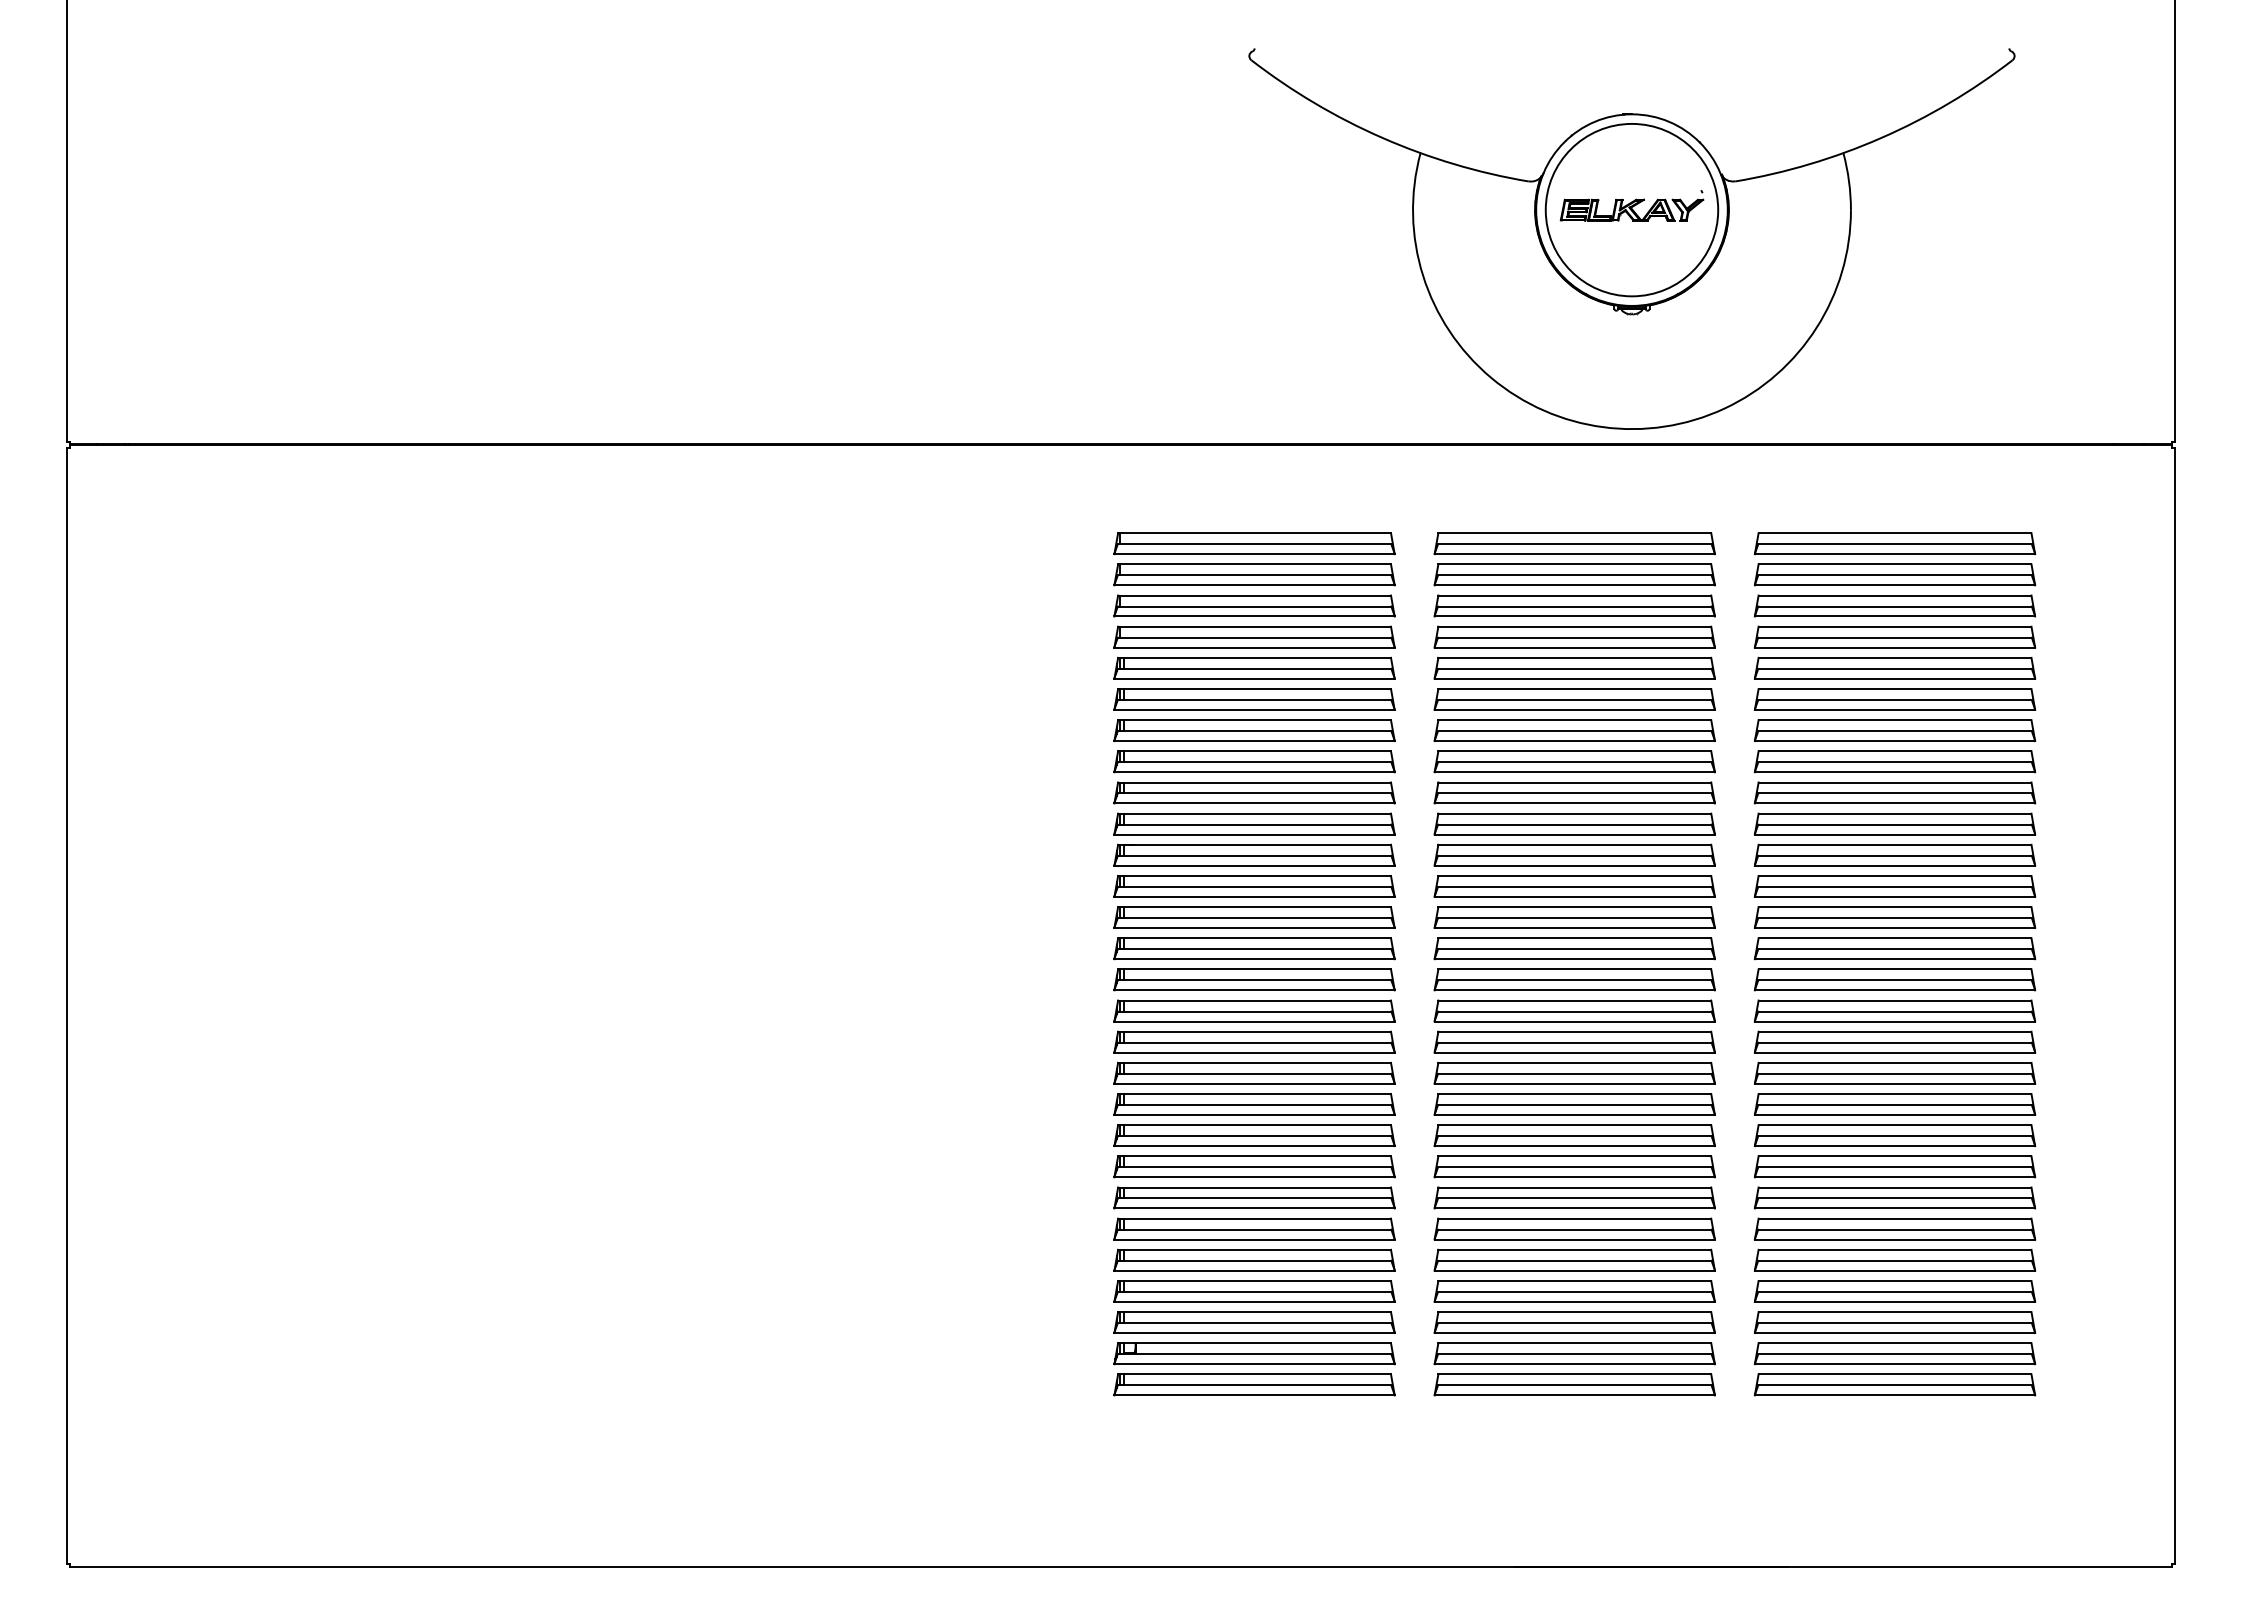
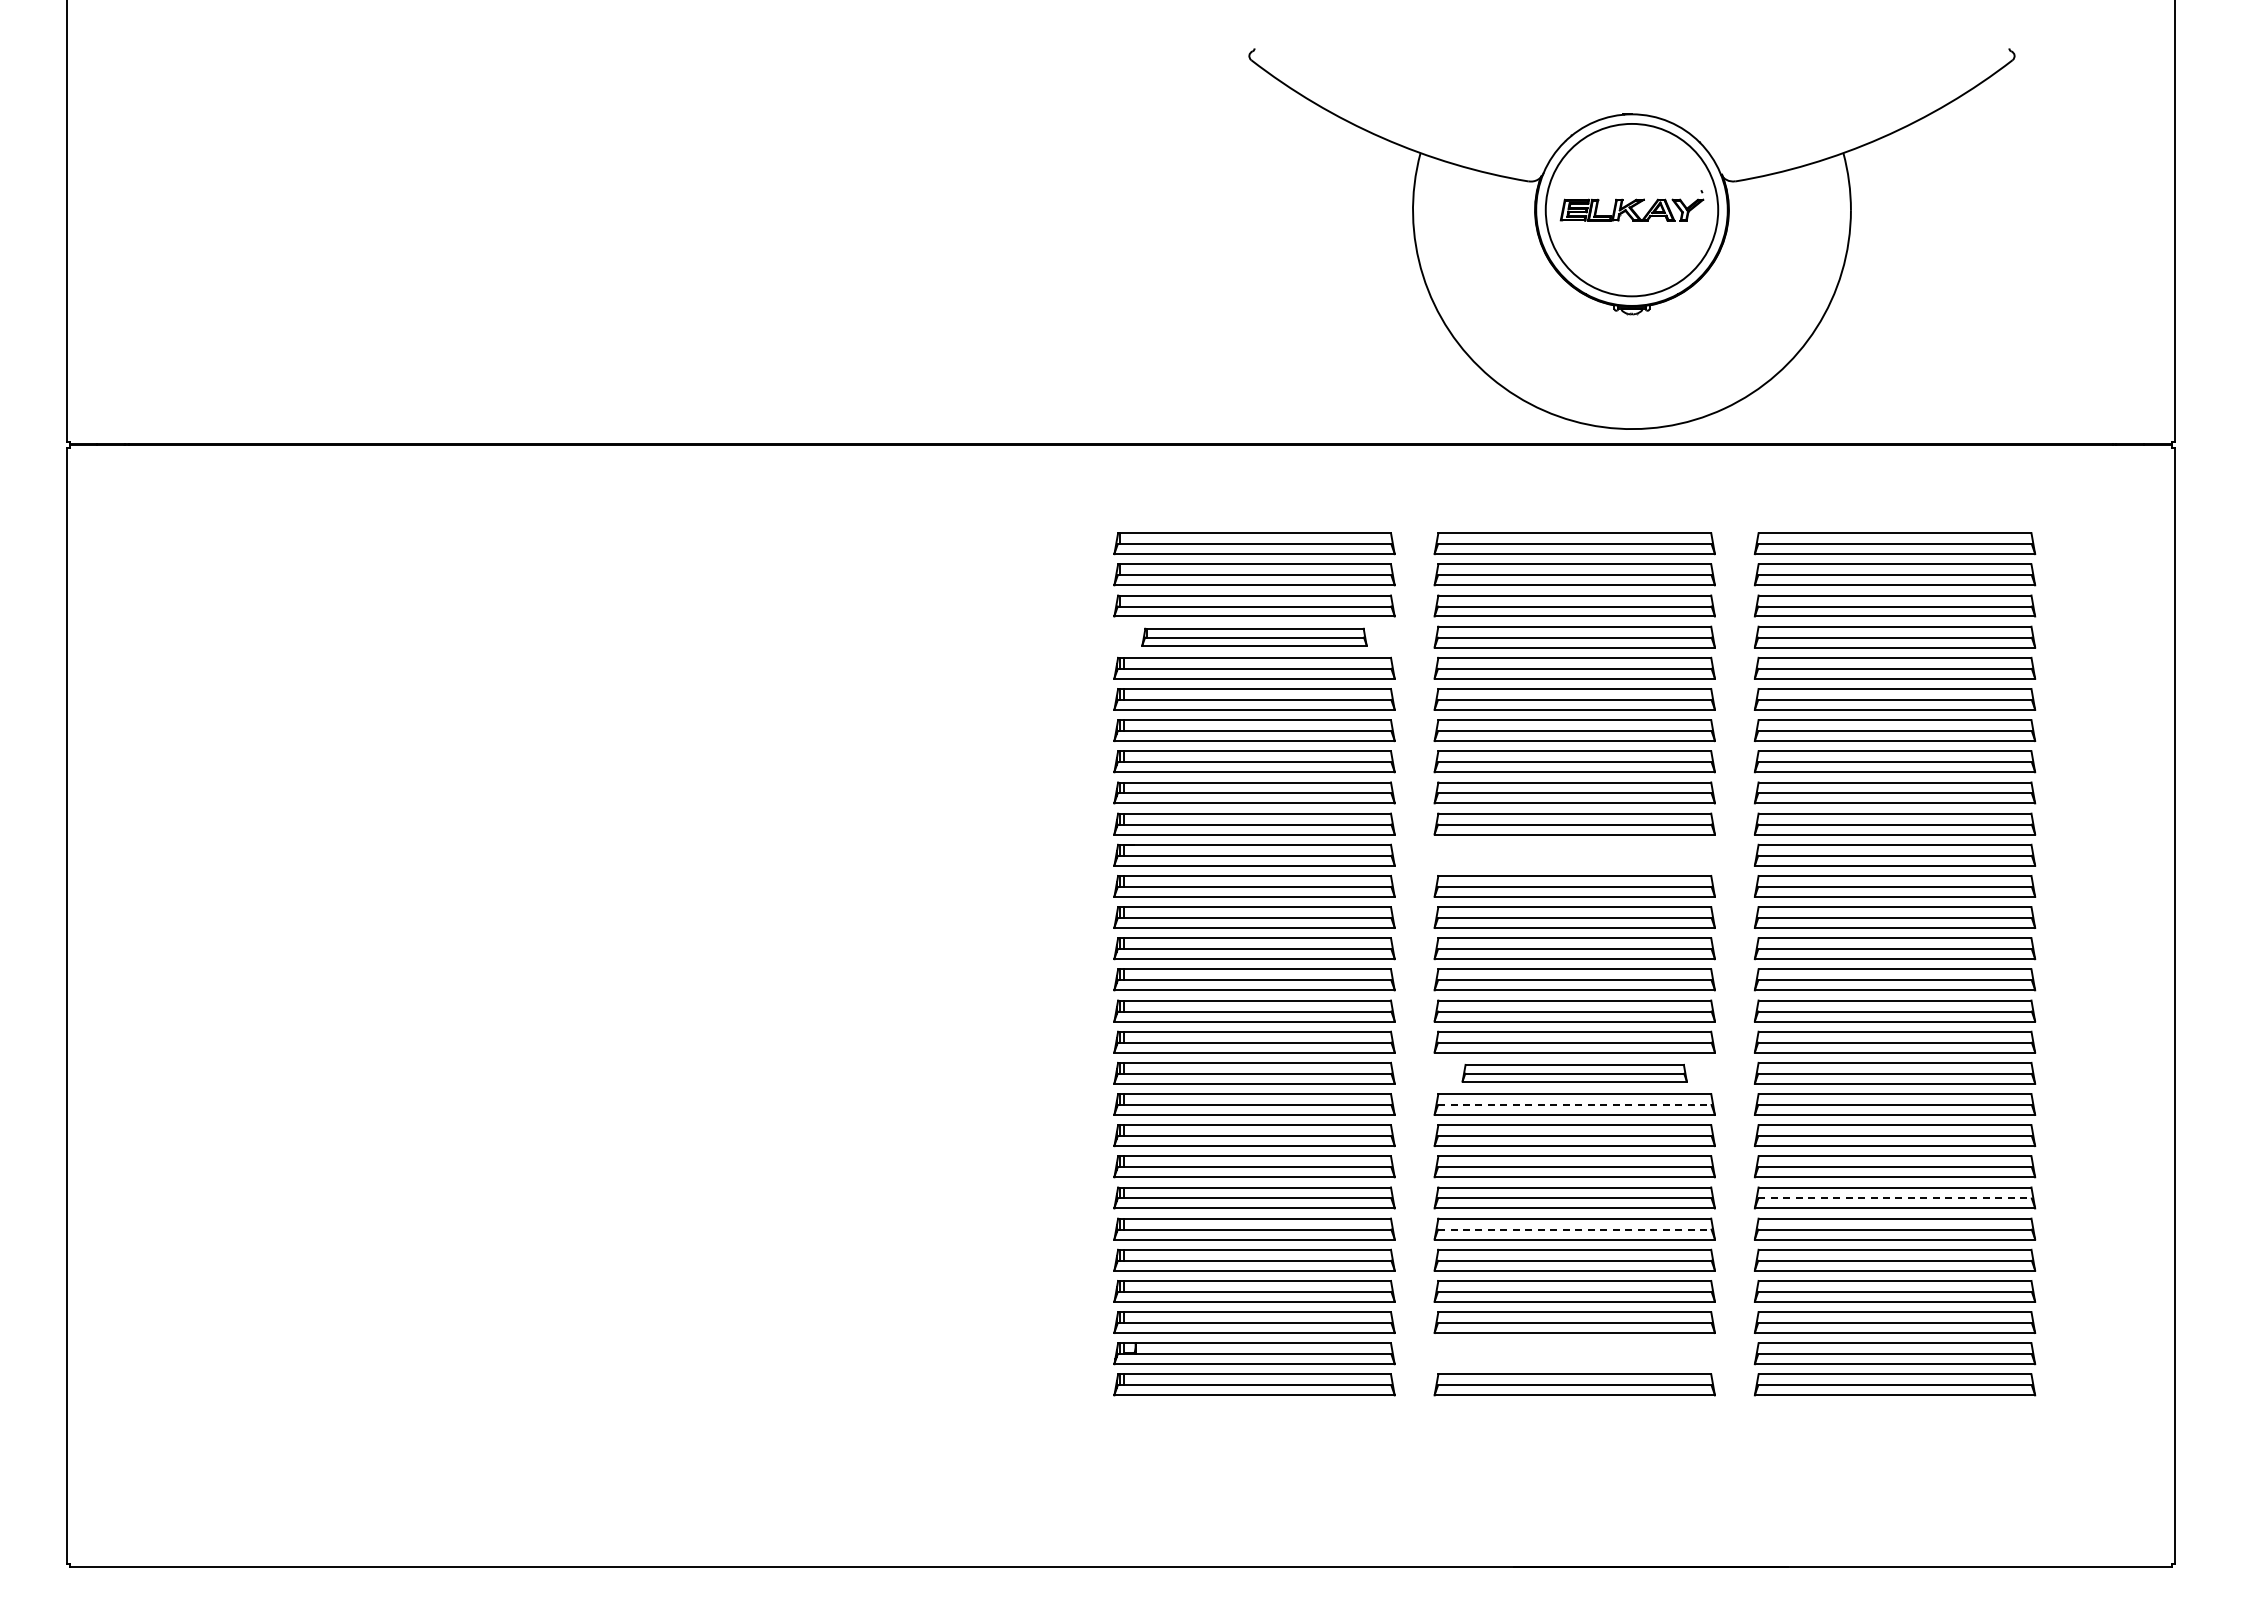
part at (1254, 636) size: 283x24 px -> 227x20 px
part at (1574, 854): present -> none
part at (1574, 1072) size: 283x24 px -> 227x19 px
line at (1574, 1104): solid -> dashed
line at (1895, 1198): solid -> dashed
line at (1574, 1229): solid -> dashed
part at (1574, 1353): present -> none
